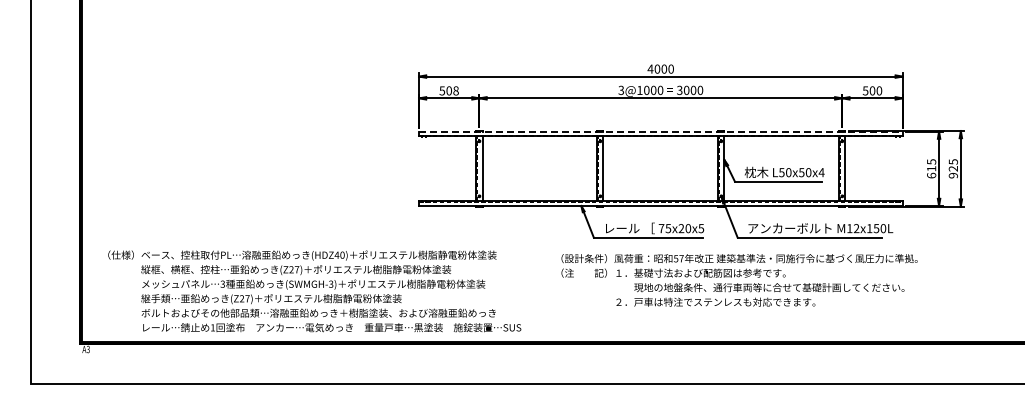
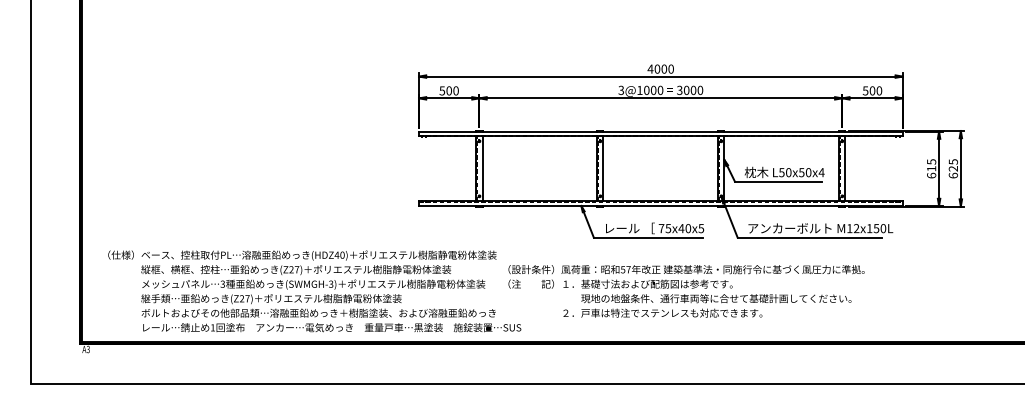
text at (455, 91): 508 -> 500
line at (660, 131): dashed -> solid
text at (952, 175): 925 -> 625
text at (681, 228): 75x20x5 -> 75x40x5
text at (739, 280) position: (739, 280) -> (686, 291)
